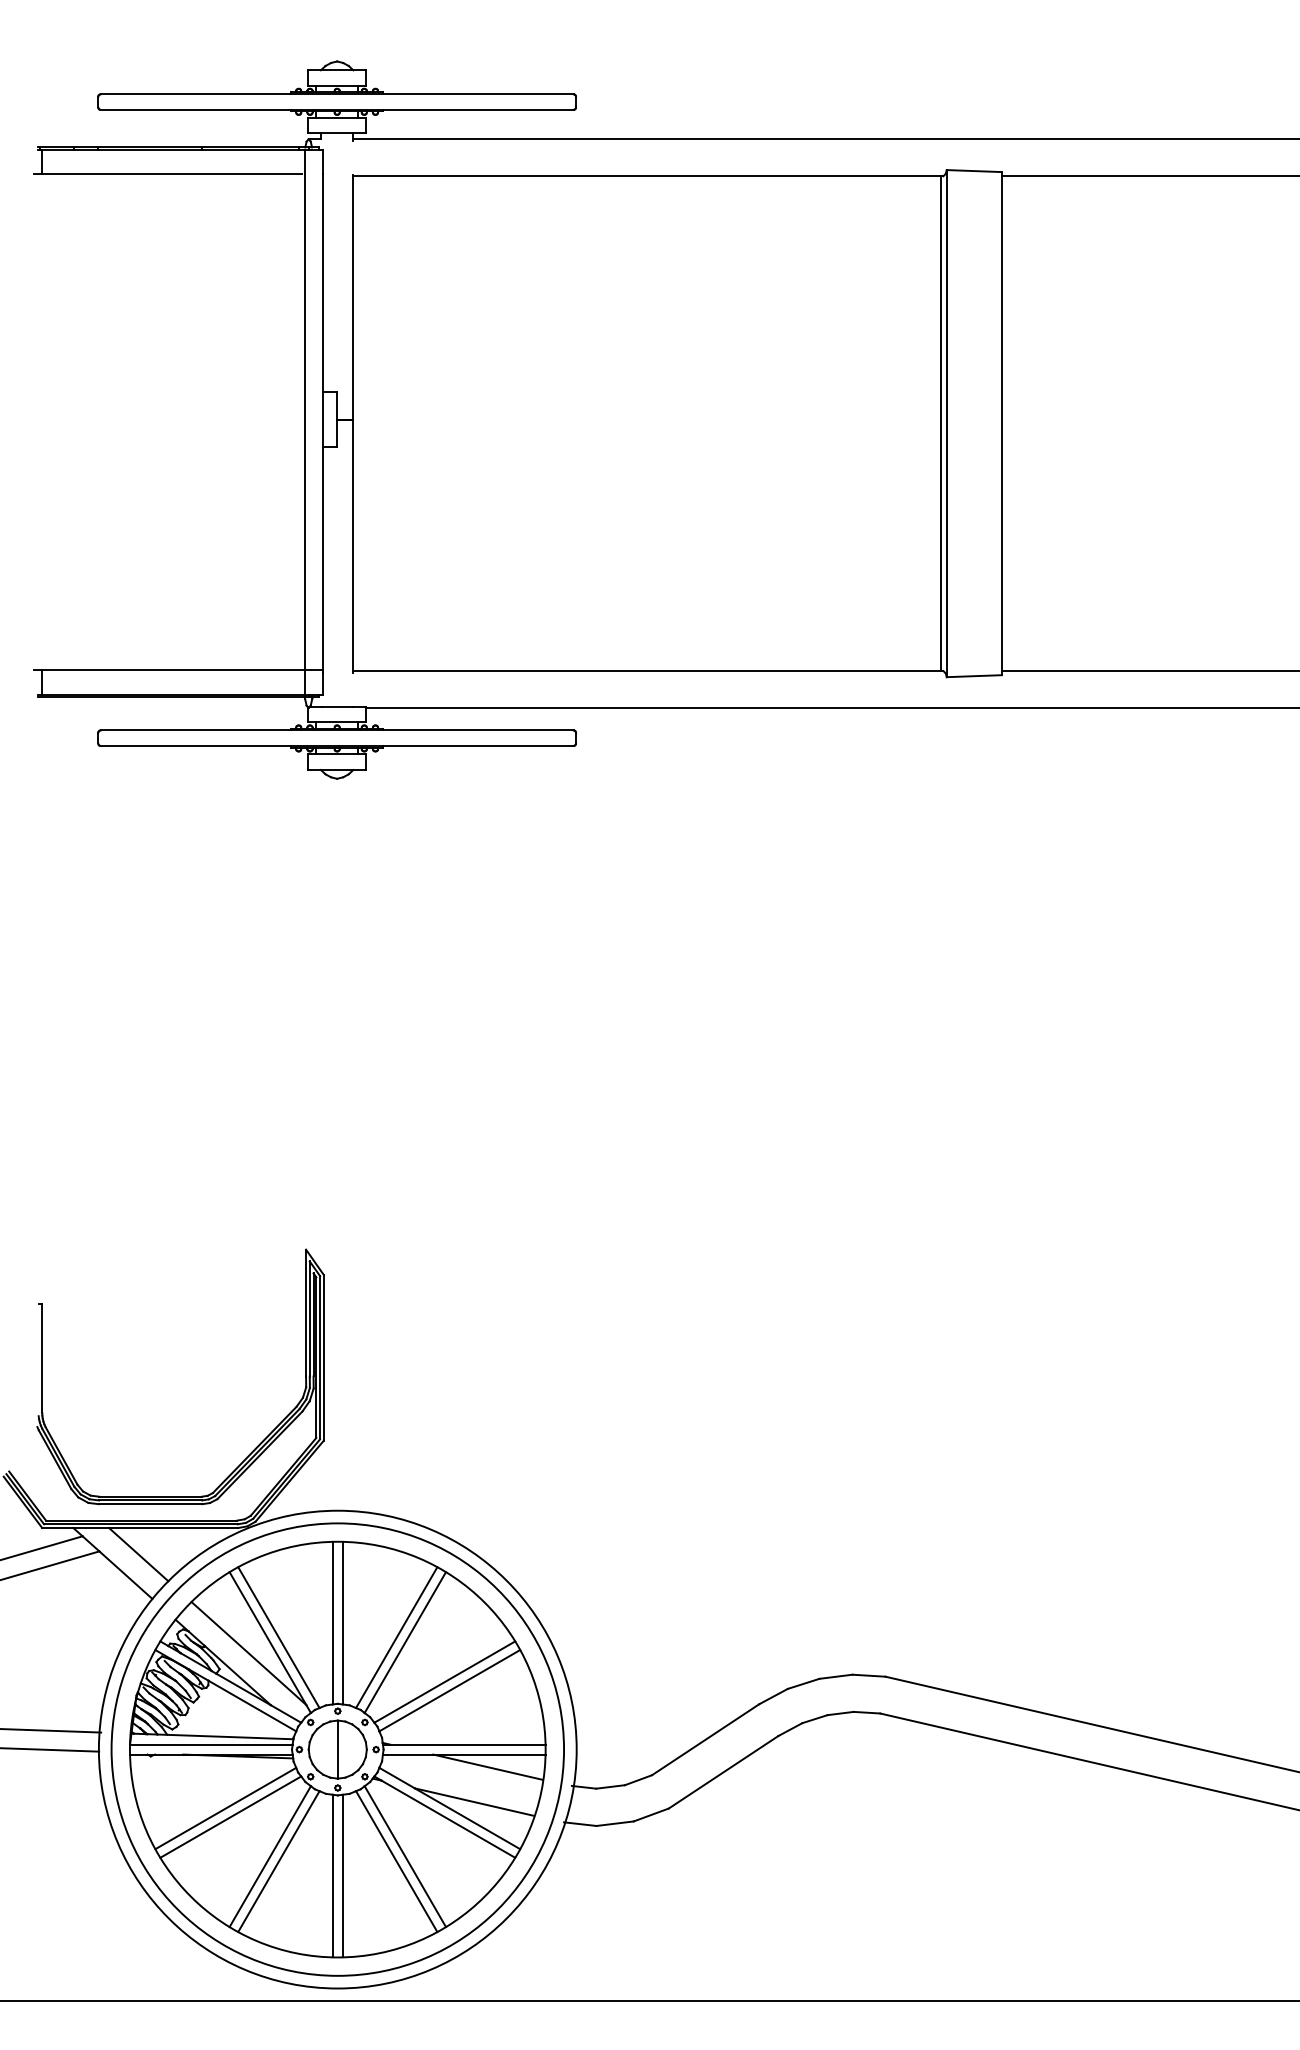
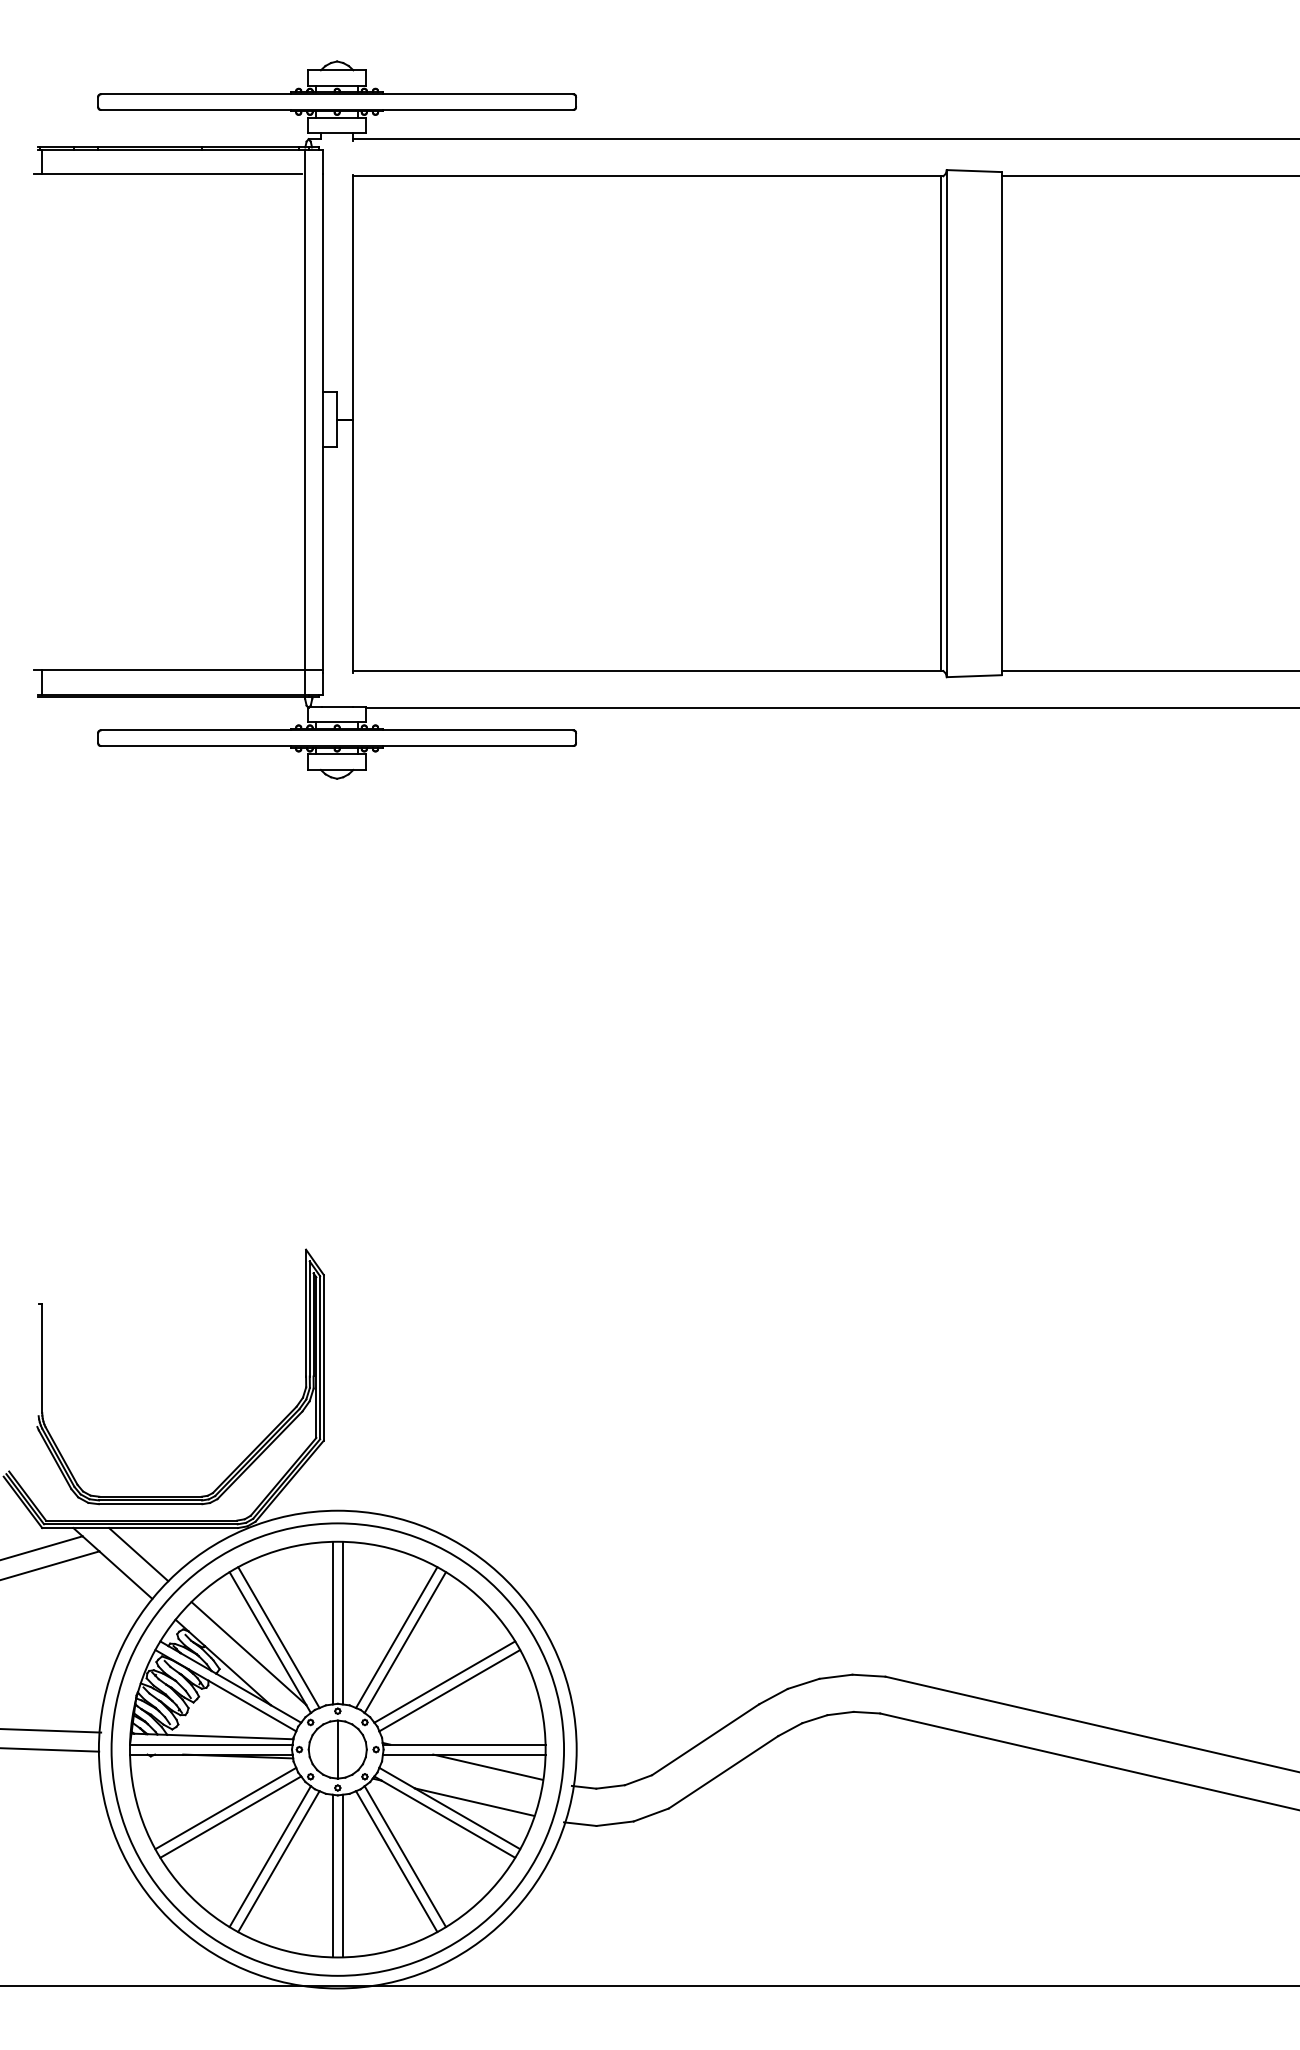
line at (649, 2001) position: (649, 2001) -> (649, 1986)
